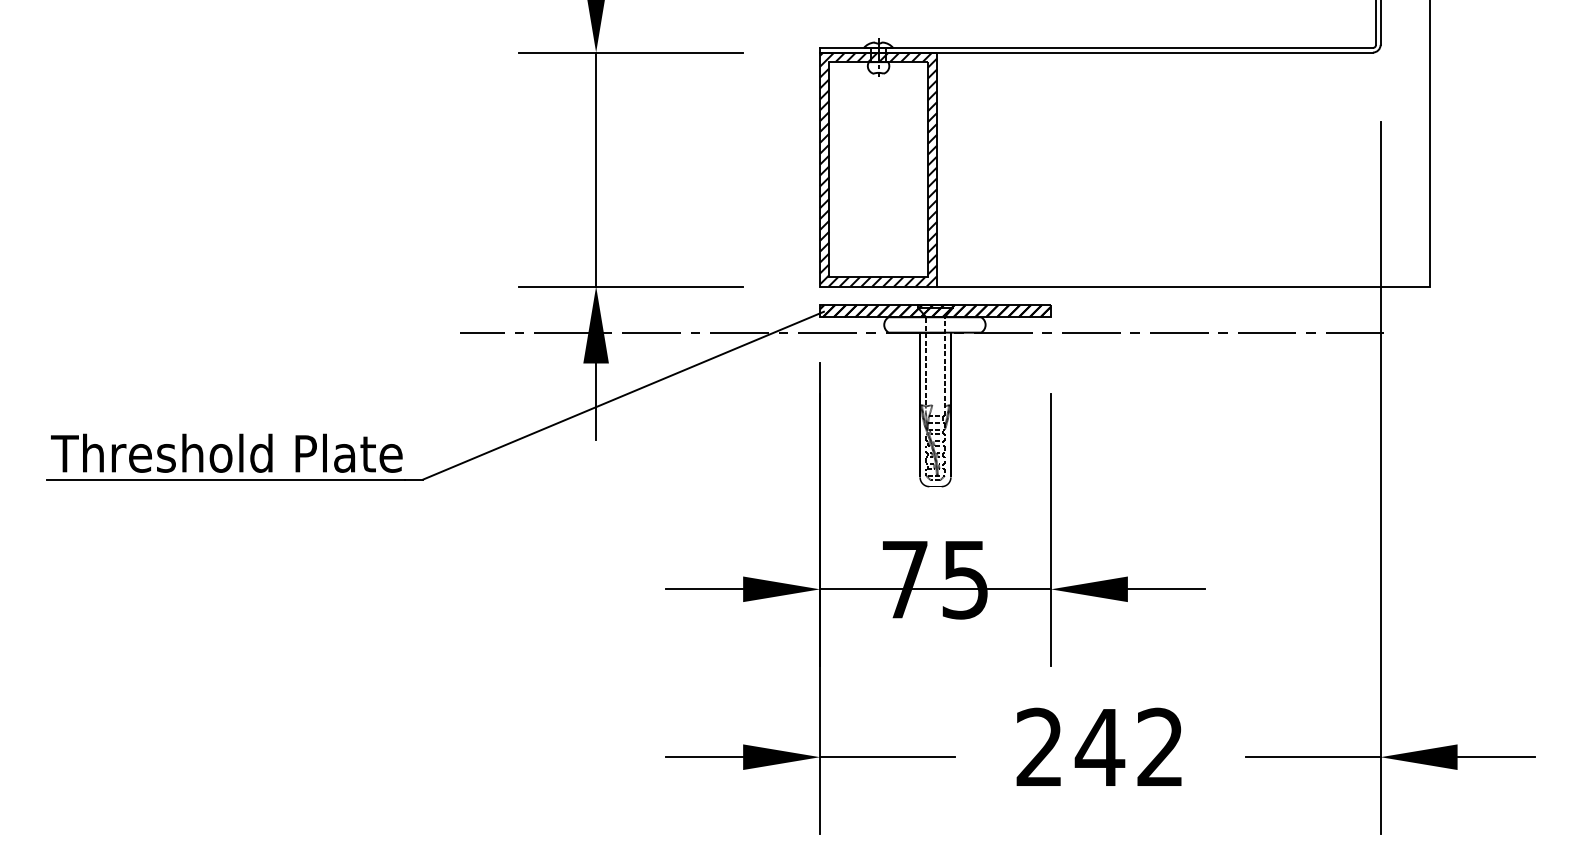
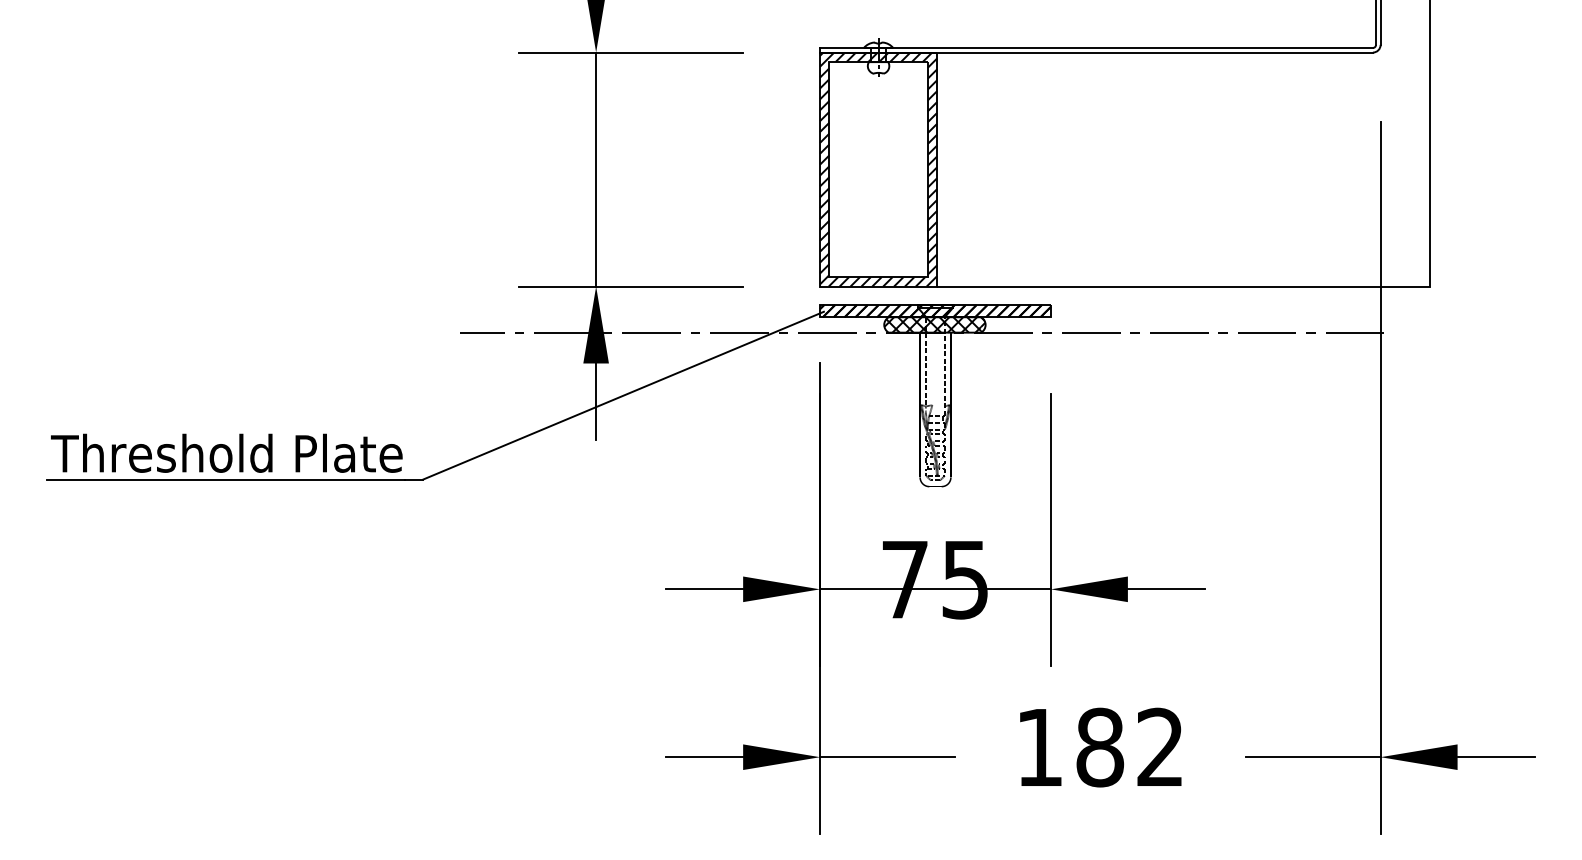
hatch at (934, 324): none -> present
text at (1070, 747): 242 -> 182
